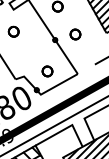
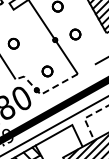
part at (13, 31) position: (13, 31) -> (13, 43)
line at (43, 93): solid -> dashed
line at (84, 118): solid -> dashed
